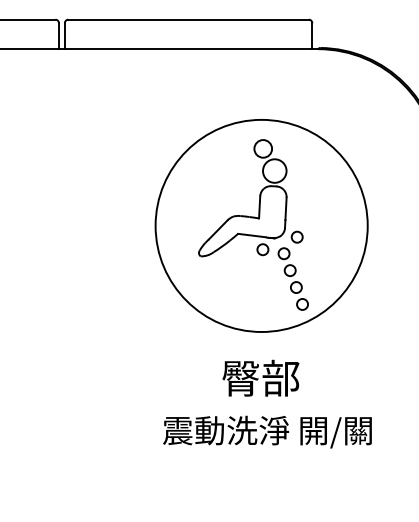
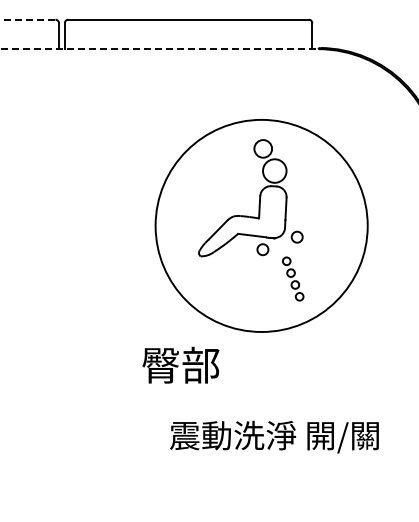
line at (27, 19): solid -> dashed
line at (159, 49): solid -> dashed
part at (292, 278) size: 32x64 px -> 23x46 px
text at (260, 377) position: (260, 377) -> (180, 364)
text at (267, 431) position: (267, 431) -> (274, 436)
